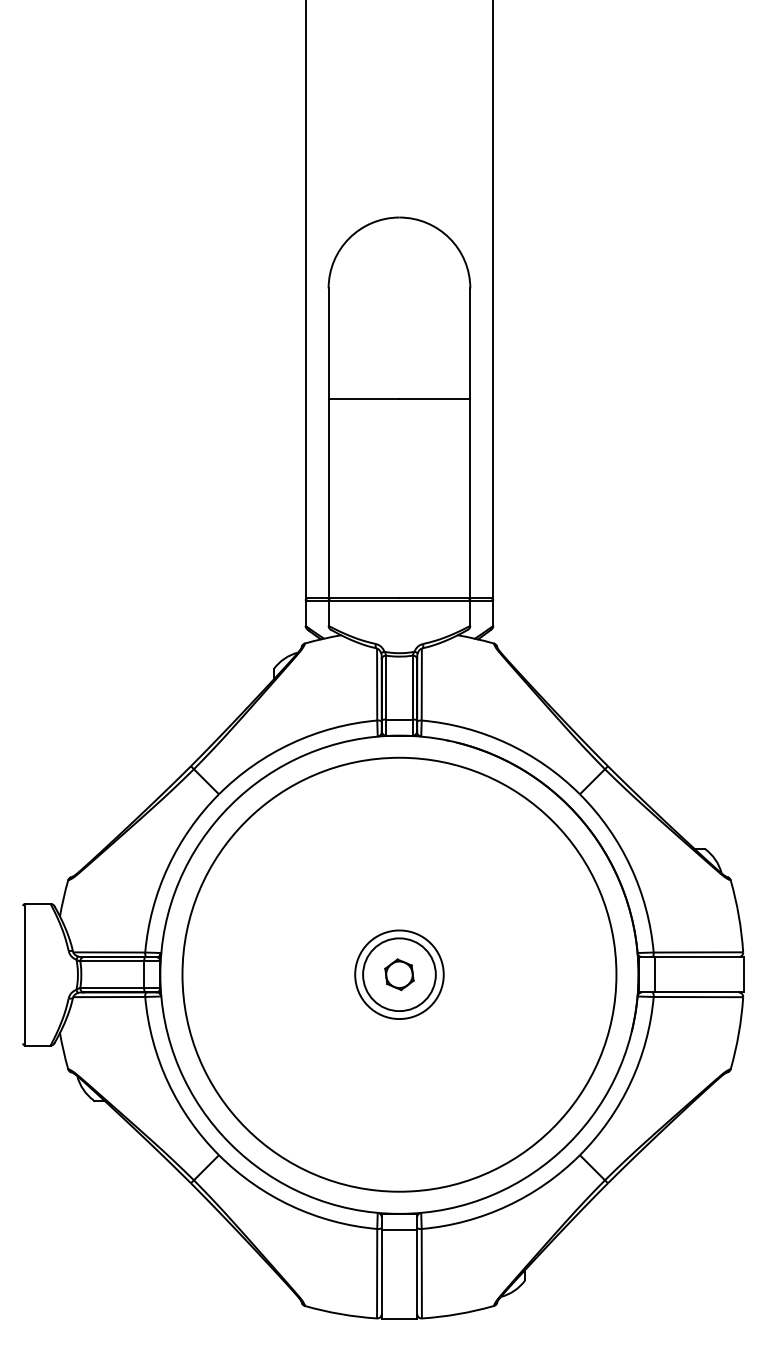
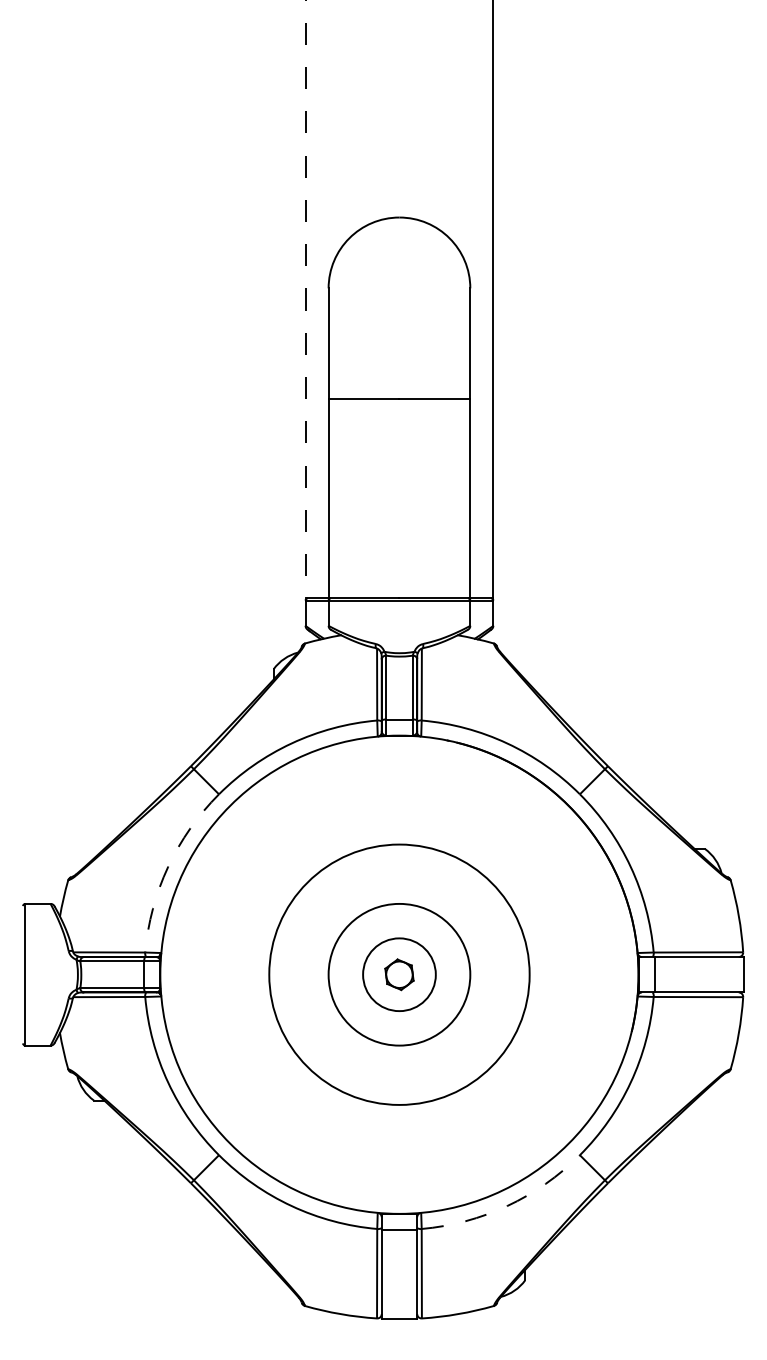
line at (305, 299): solid -> dashed
arc at (168, 866): solid -> dashed
circle at (399, 974) diameter: 434 px -> 260 px
circle at (399, 974) diameter: 89 px -> 142 px
arc at (507, 1206): solid -> dashed
